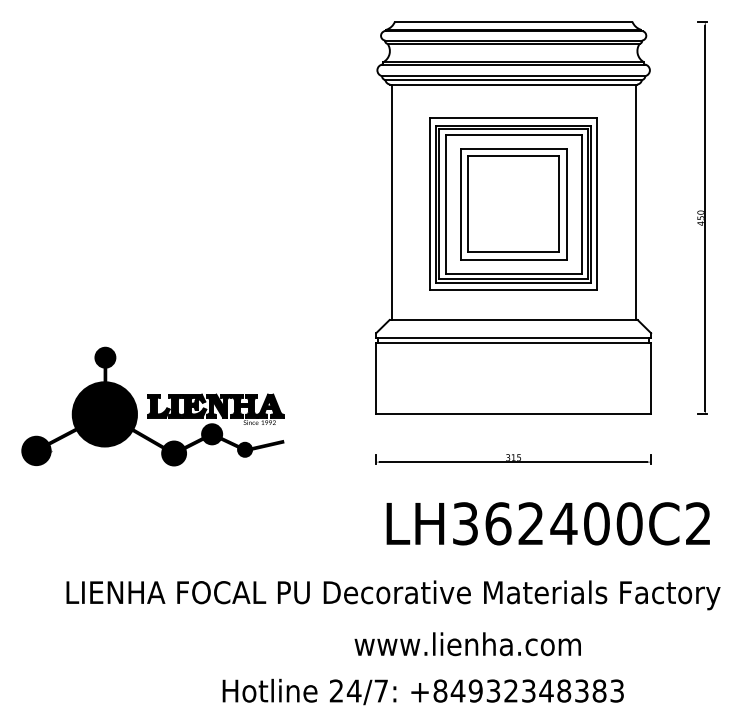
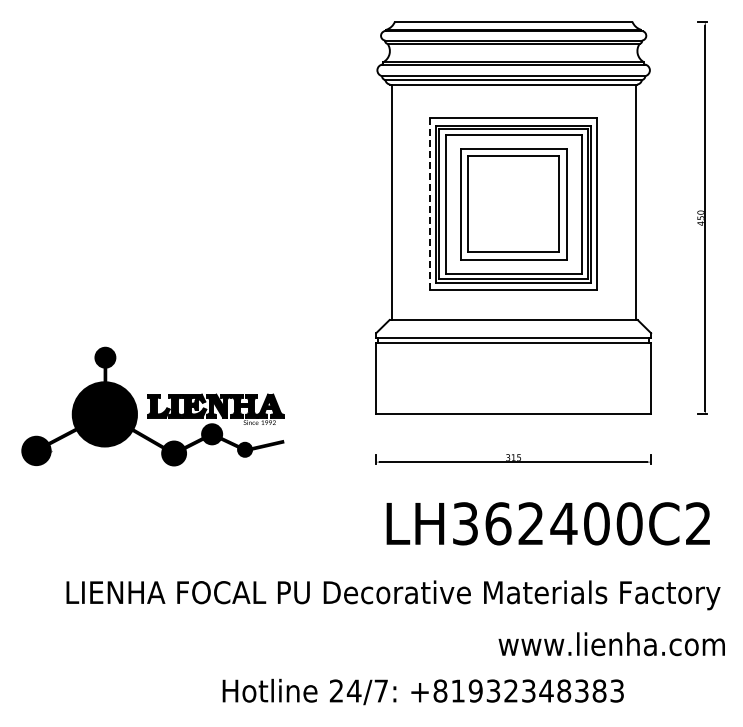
line at (429, 204): solid -> dashed
text at (467, 644) position: (467, 644) -> (611, 644)
text at (457, 690): +84932348383 -> +81932348383
